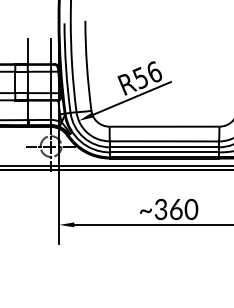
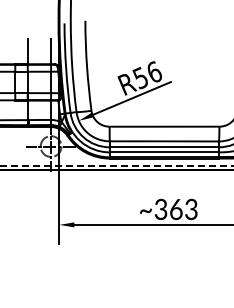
line at (117, 165): solid -> dashed
text at (191, 209): ~360 -> ~363
